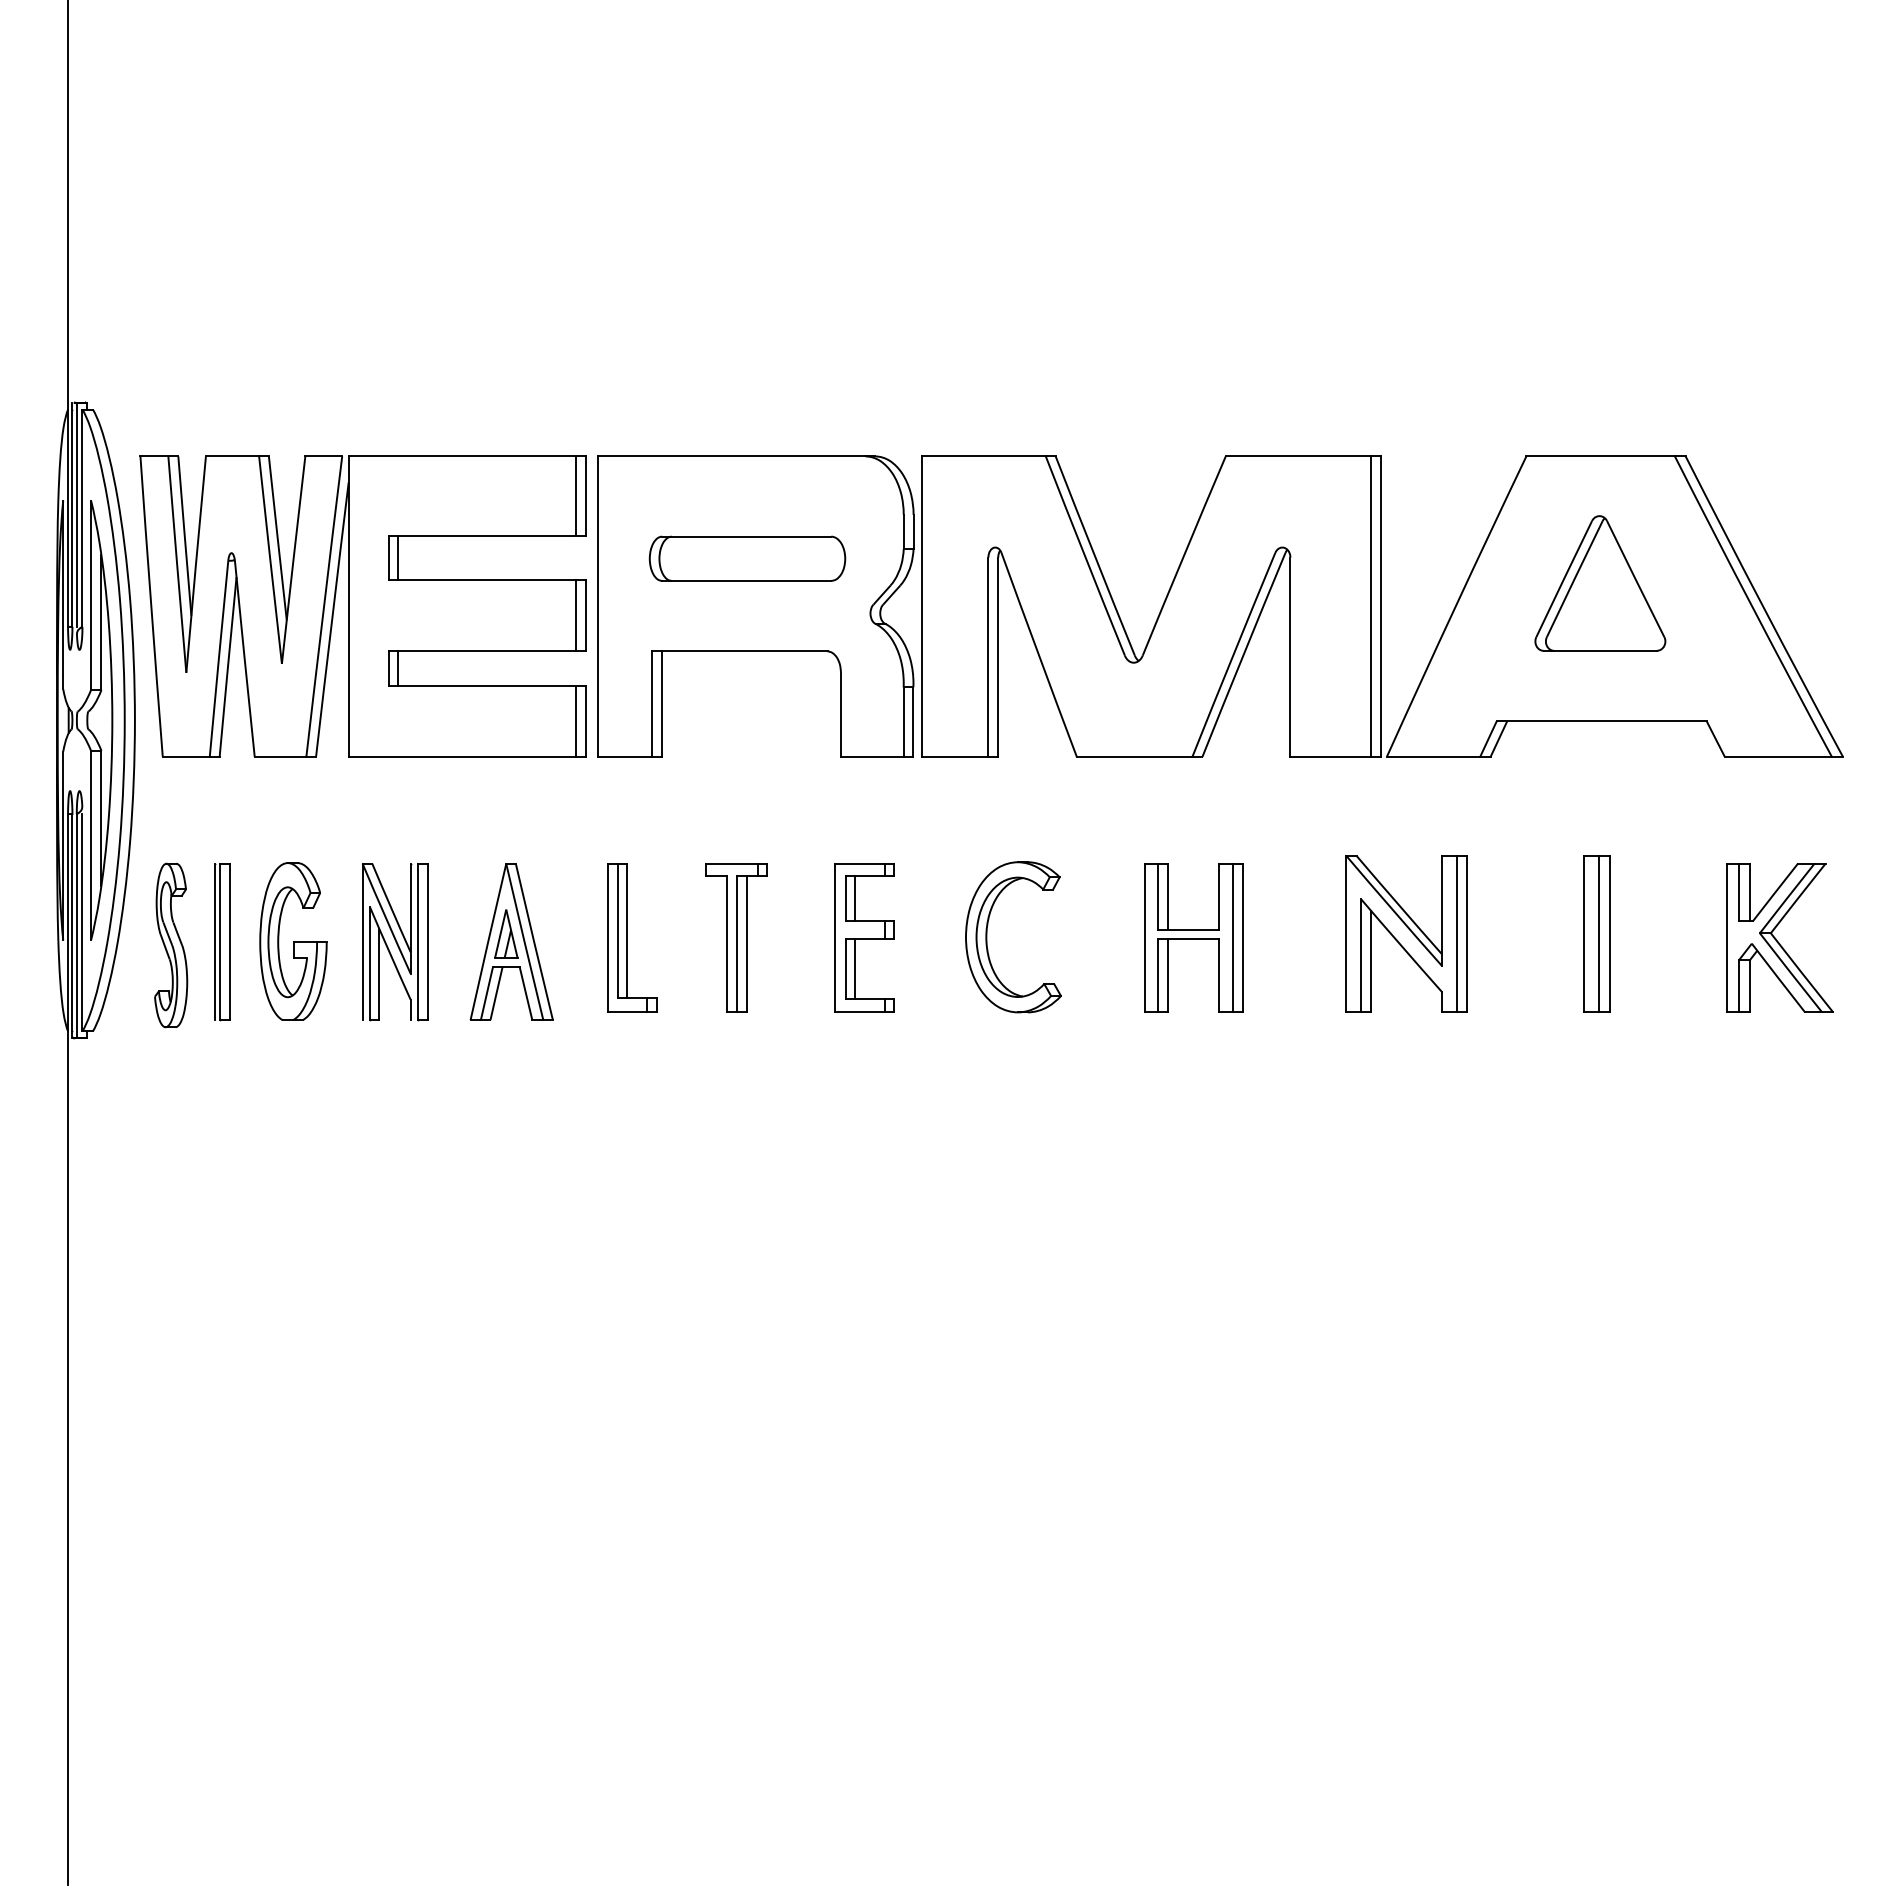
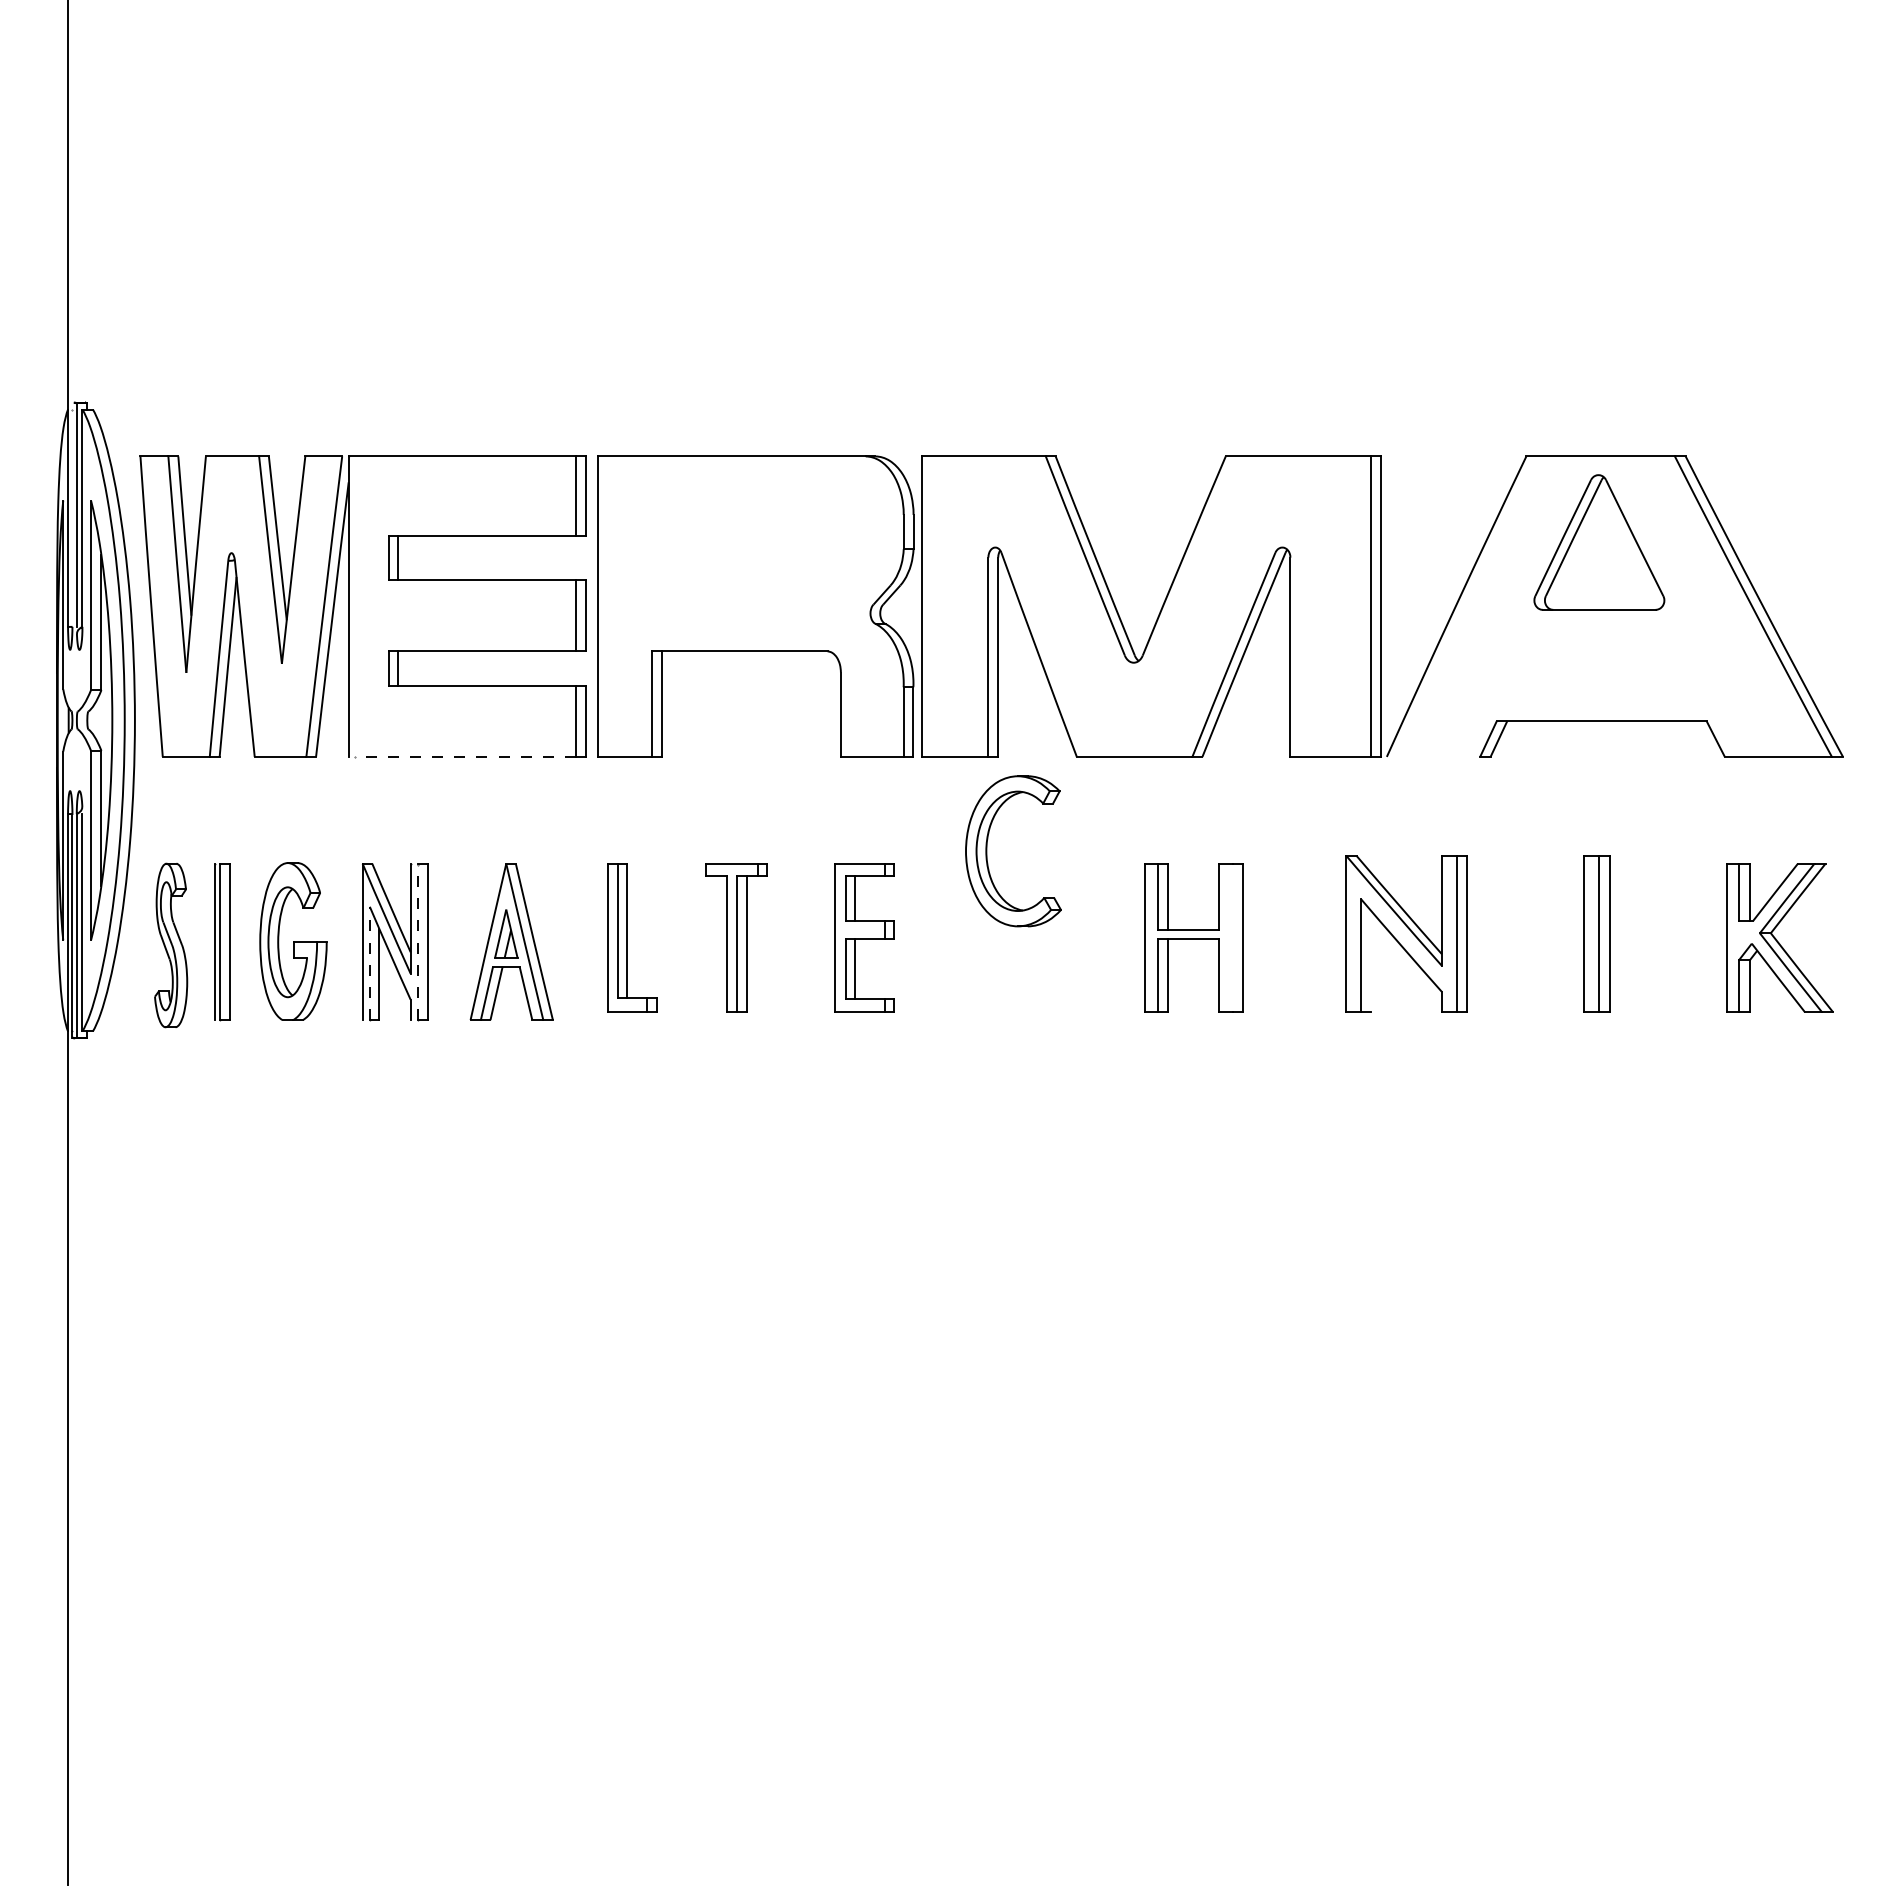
line at (72, 514): present -> none
part at (747, 558): present -> none
part at (1600, 583) position: (1600, 583) -> (1599, 542)
line at (462, 756): solid -> dashed
line at (1433, 756): present -> none
part at (987, 937) position: (987, 937) -> (987, 851)
line at (1232, 937): present -> none
line at (418, 941): solid -> dashed
line at (1371, 961): present -> none
line at (369, 963): solid -> dashed
